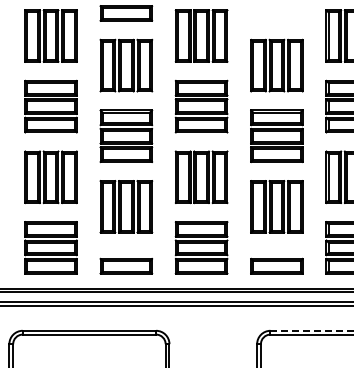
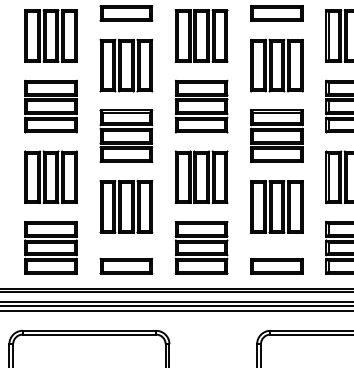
part at (276, 13): none -> present
line at (176, 310): none -> present
line at (312, 330): dashed -> solid
